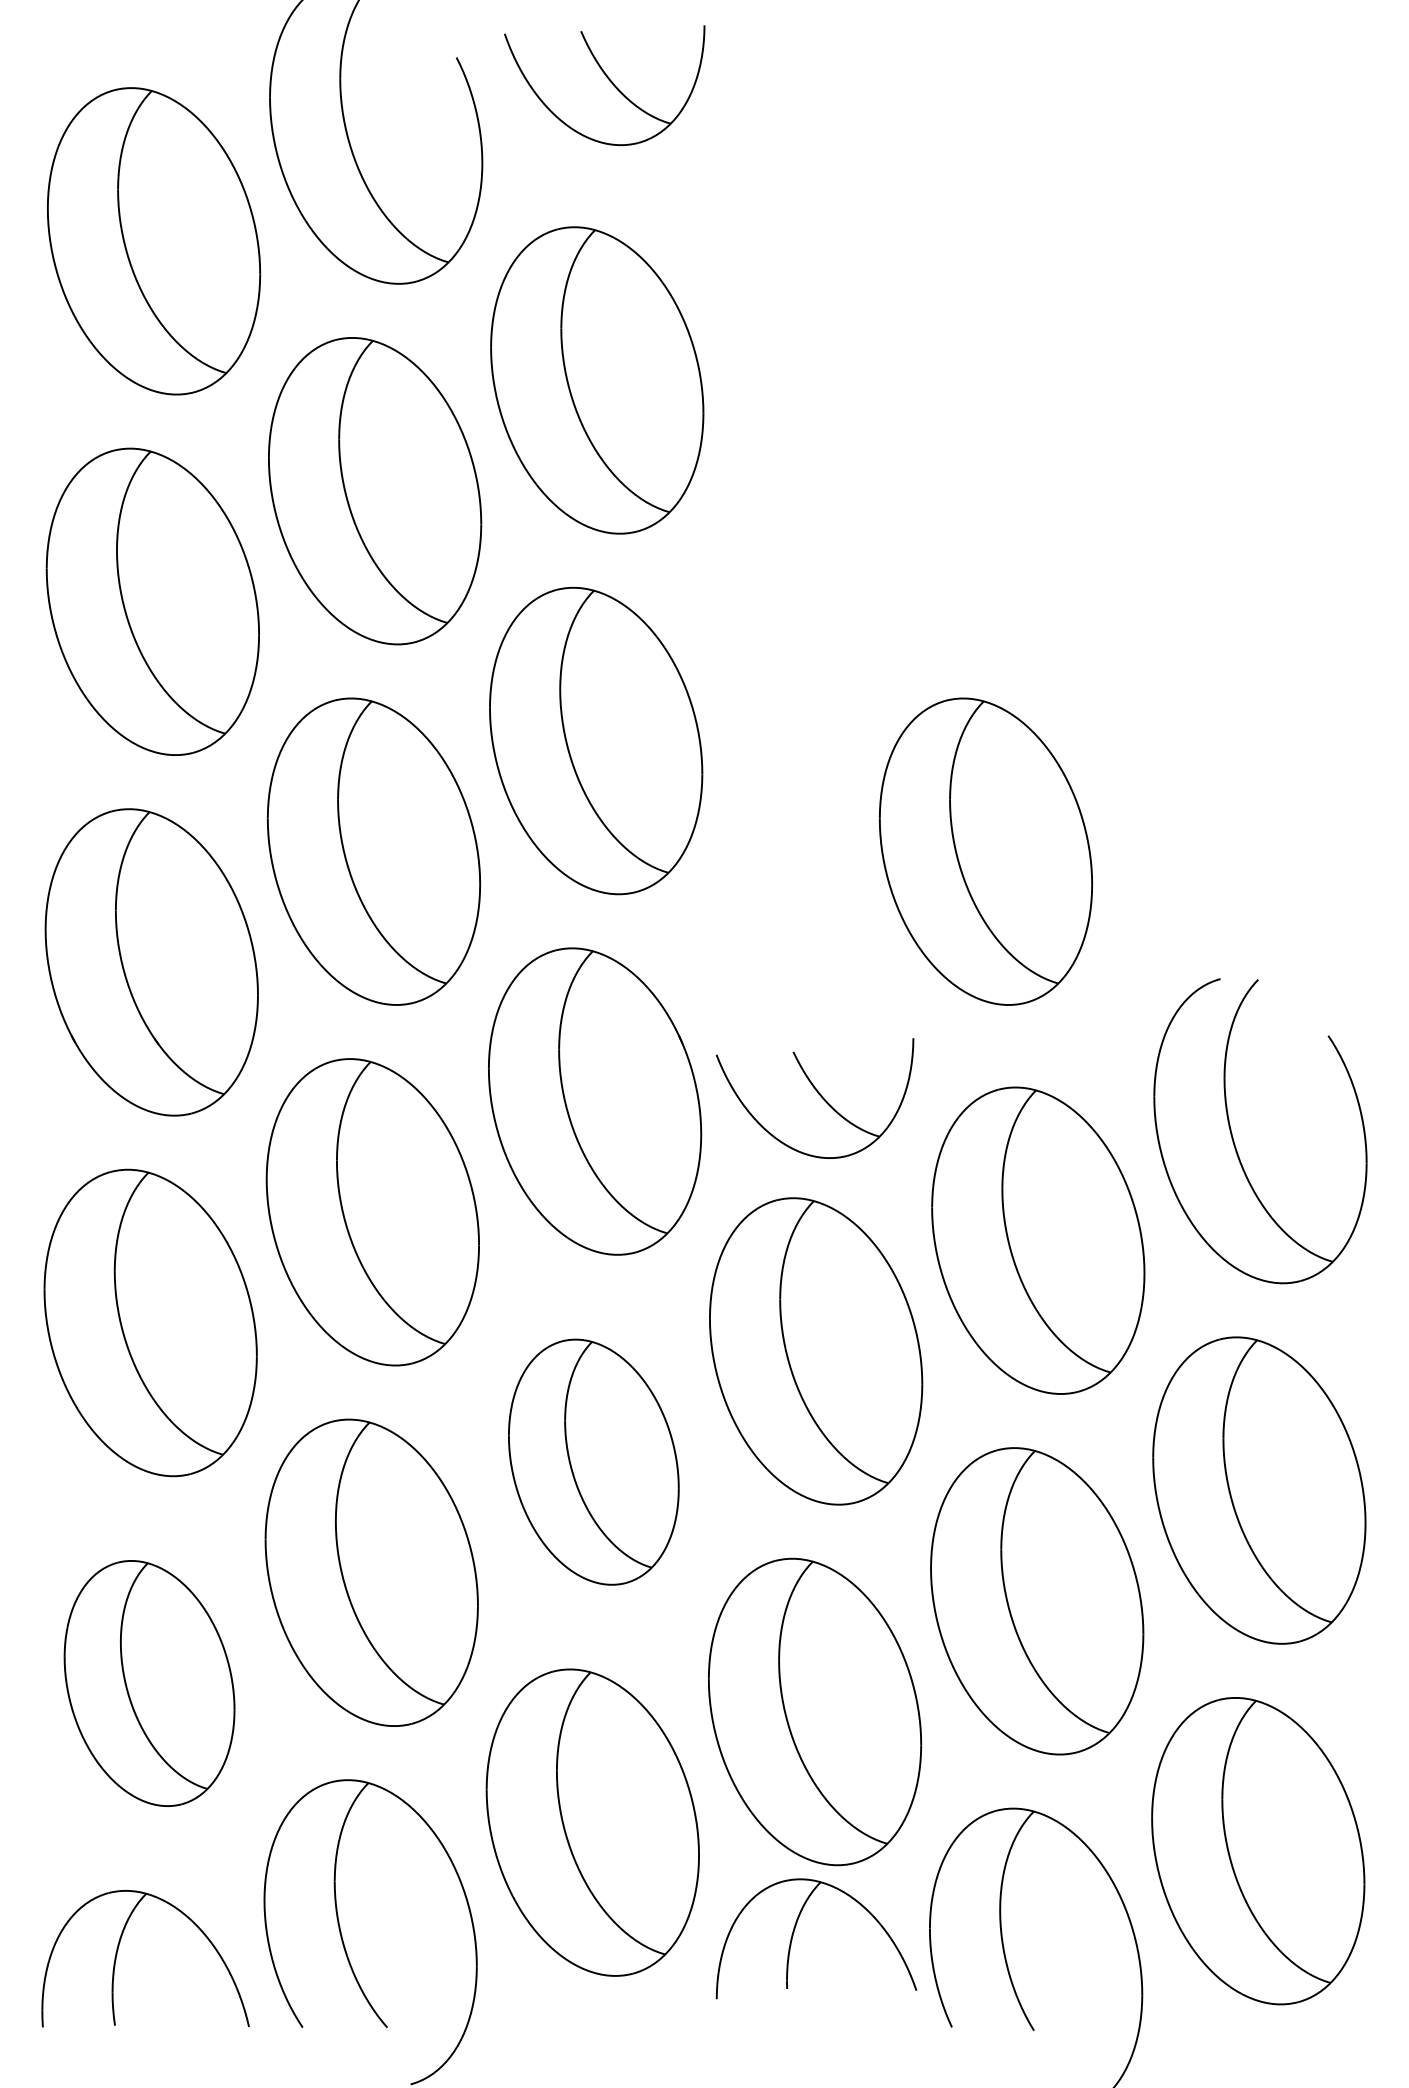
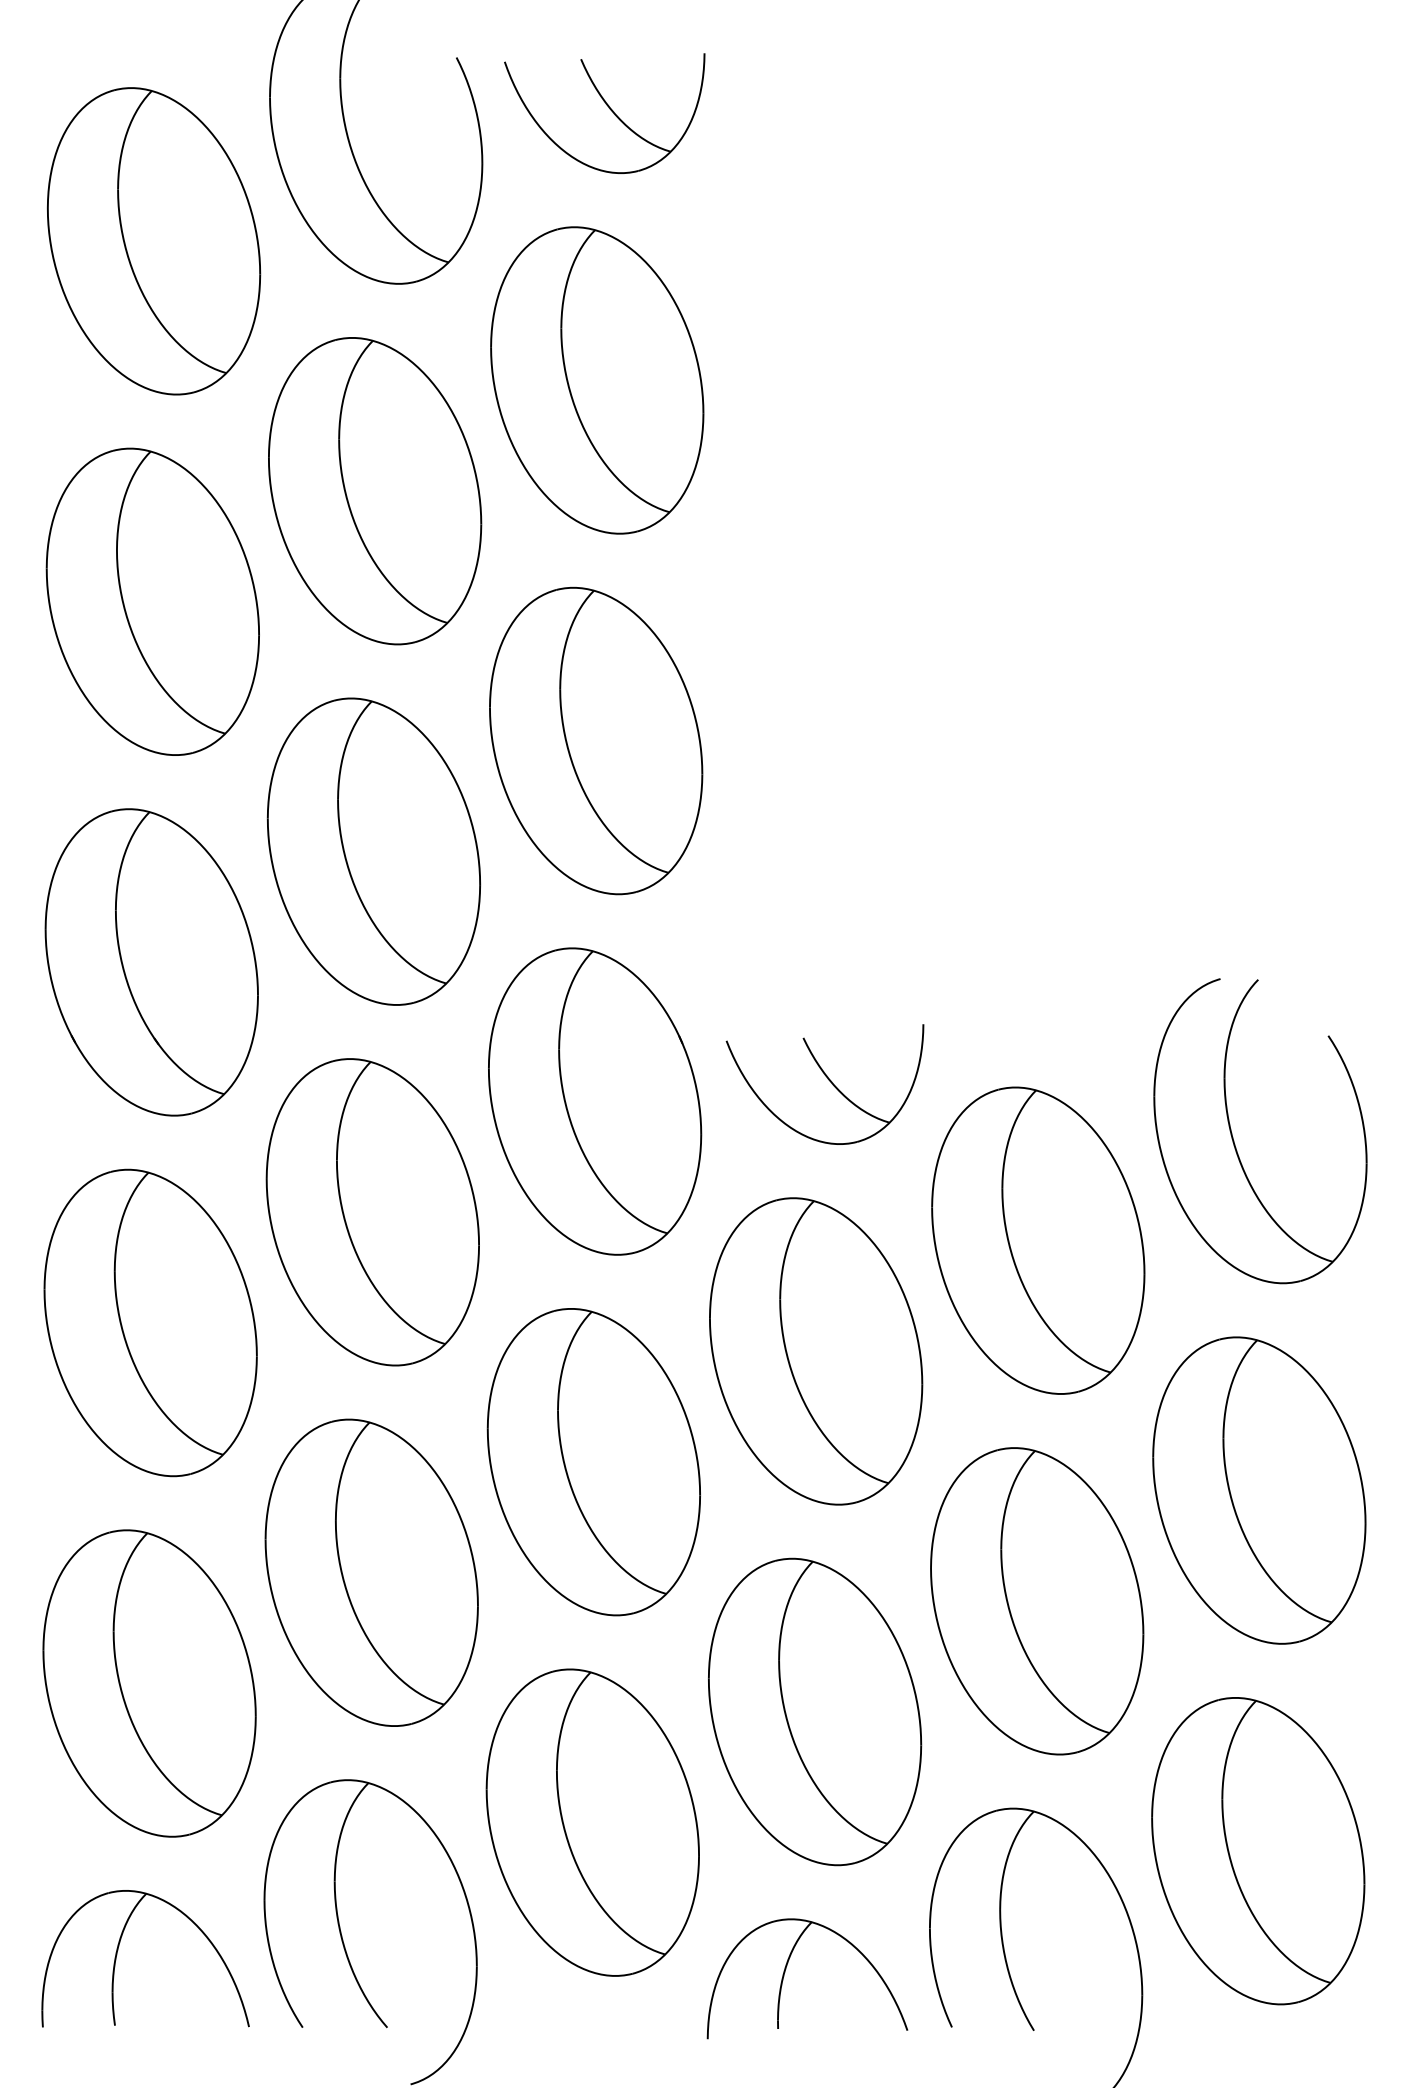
part at (609, 81) position: (609, 81) -> (609, 109)
part at (985, 851): present -> none
part at (814, 1098) position: (814, 1098) -> (824, 1084)
part at (593, 1461) size: 172x248 px -> 215x309 px
part at (149, 1683) size: 173x247 px -> 215x309 px
part at (794, 1932) position: (794, 1932) -> (785, 1972)
